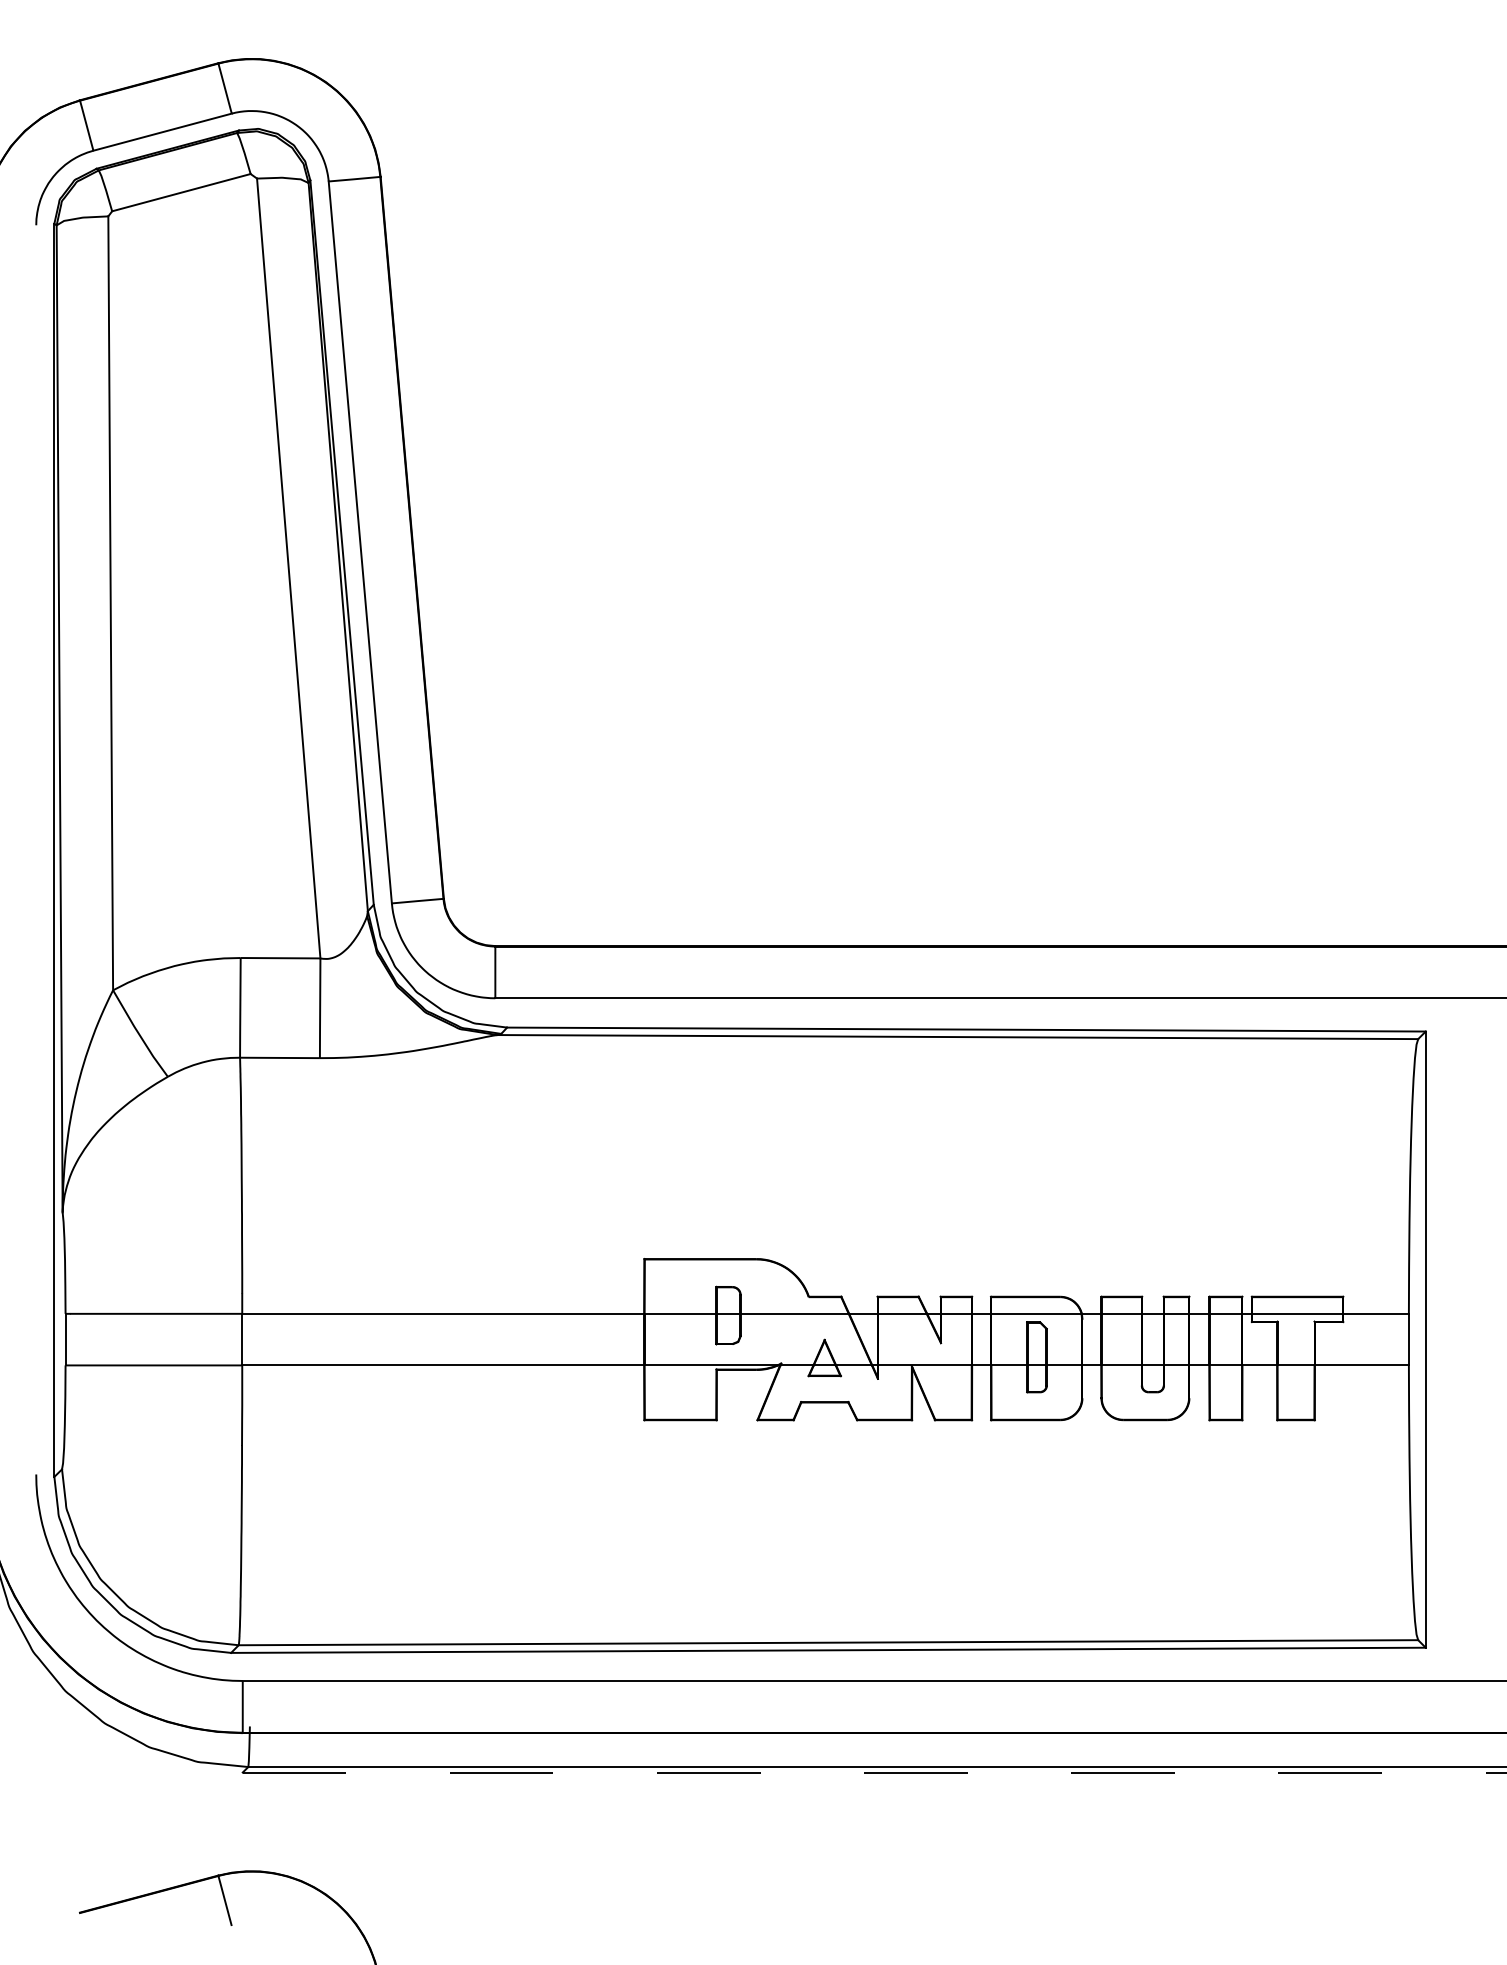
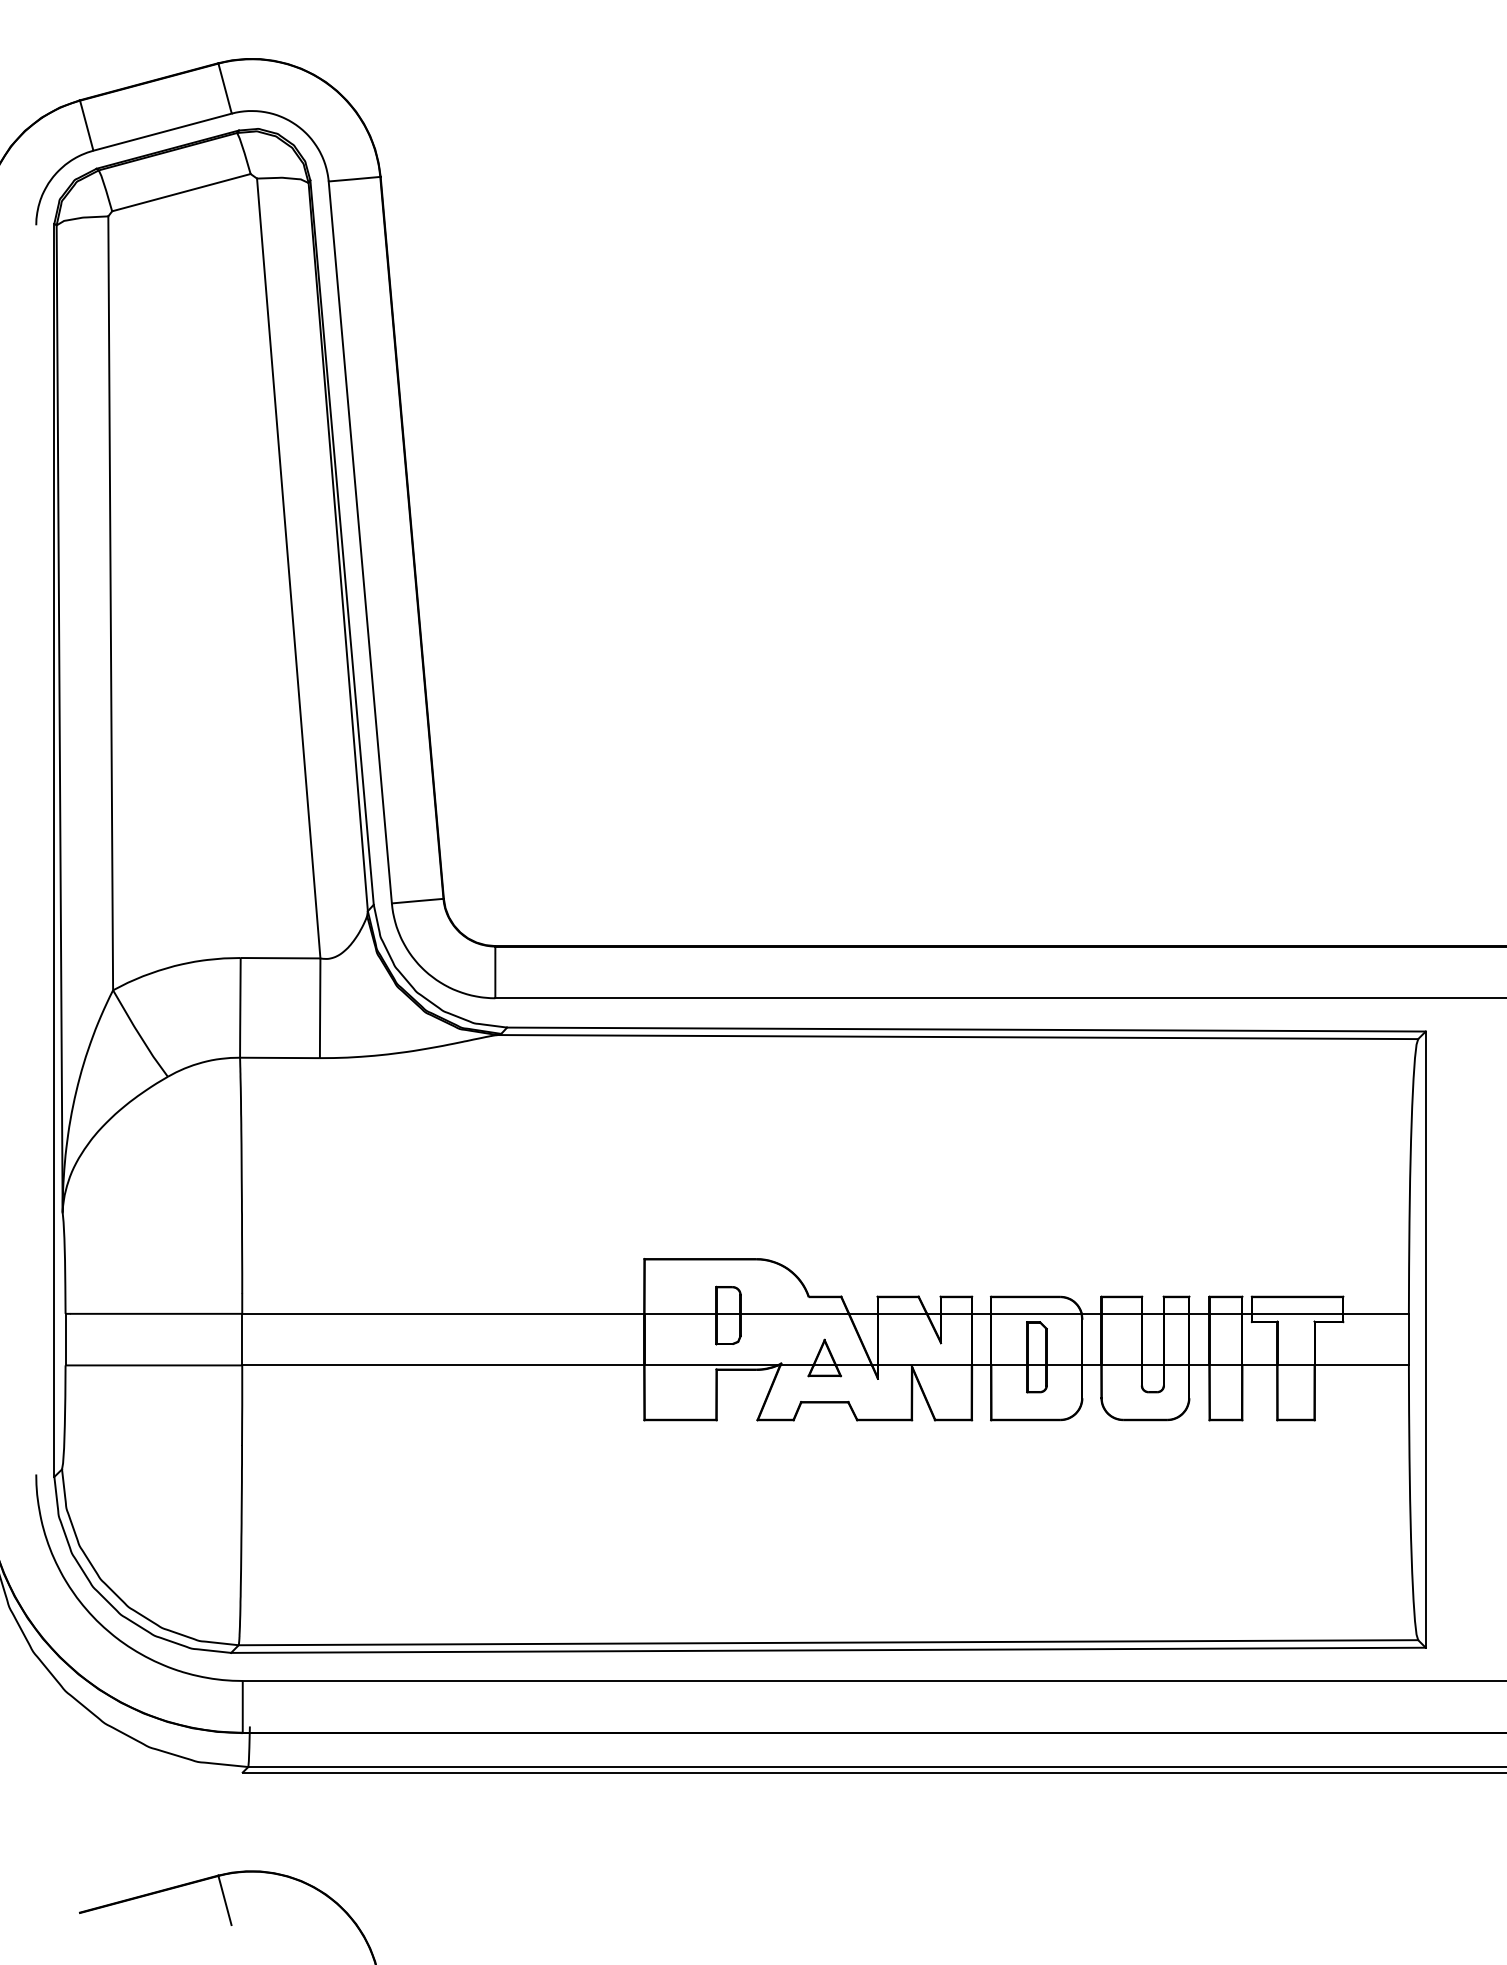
line at (874, 1772): dashed -> solid
